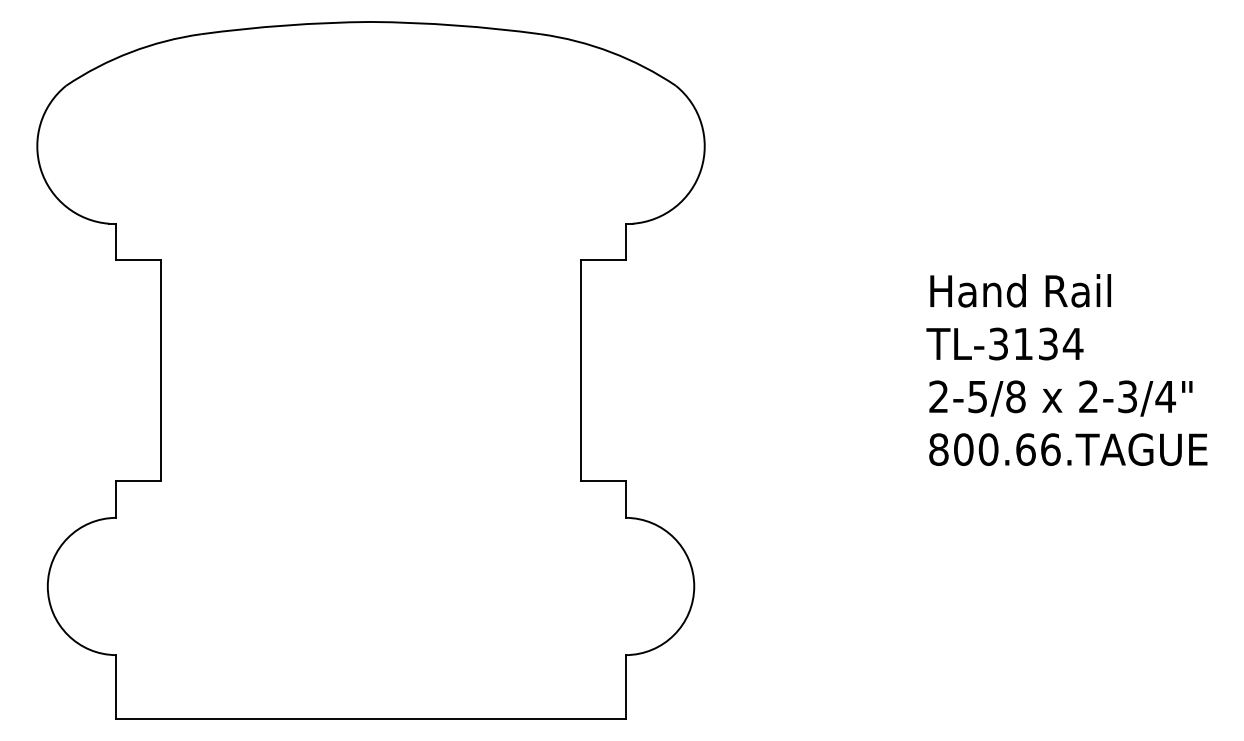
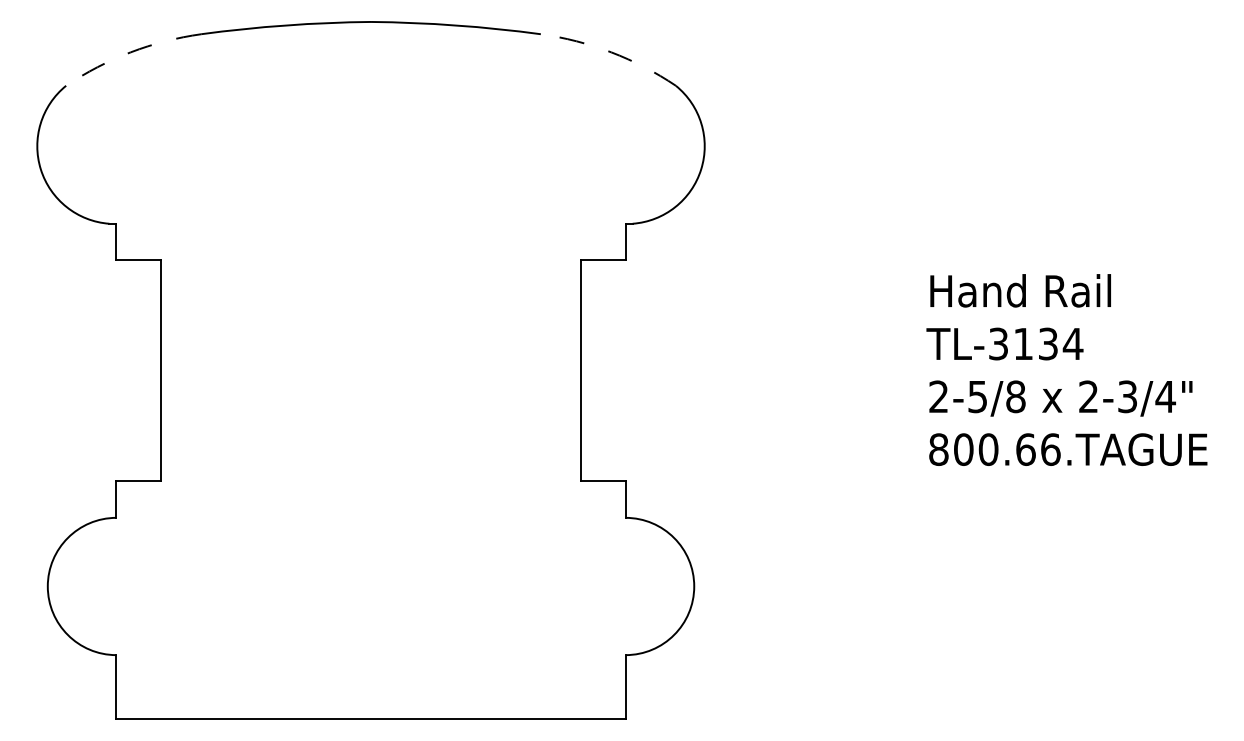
arc at (130, 52): solid -> dashed
arc at (611, 52): solid -> dashed
